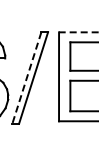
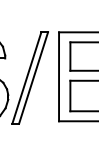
line at (78, 32): dashed -> solid
line at (26, 78): dashed -> solid
